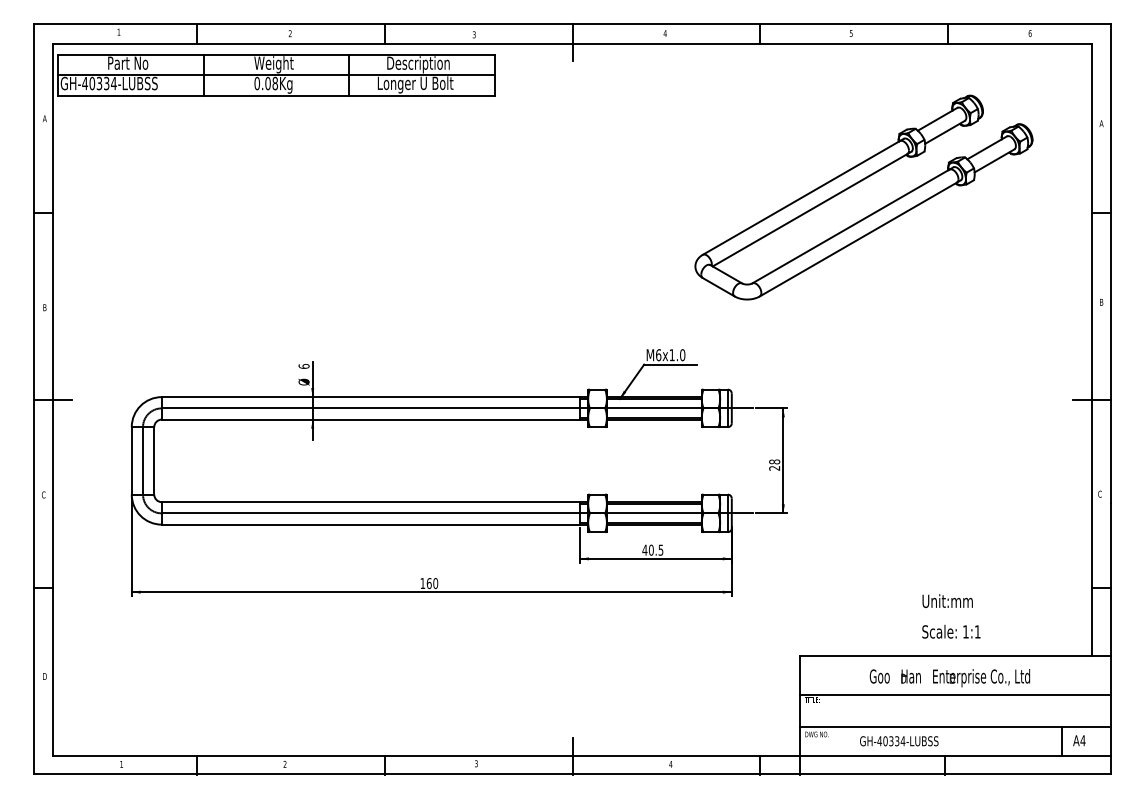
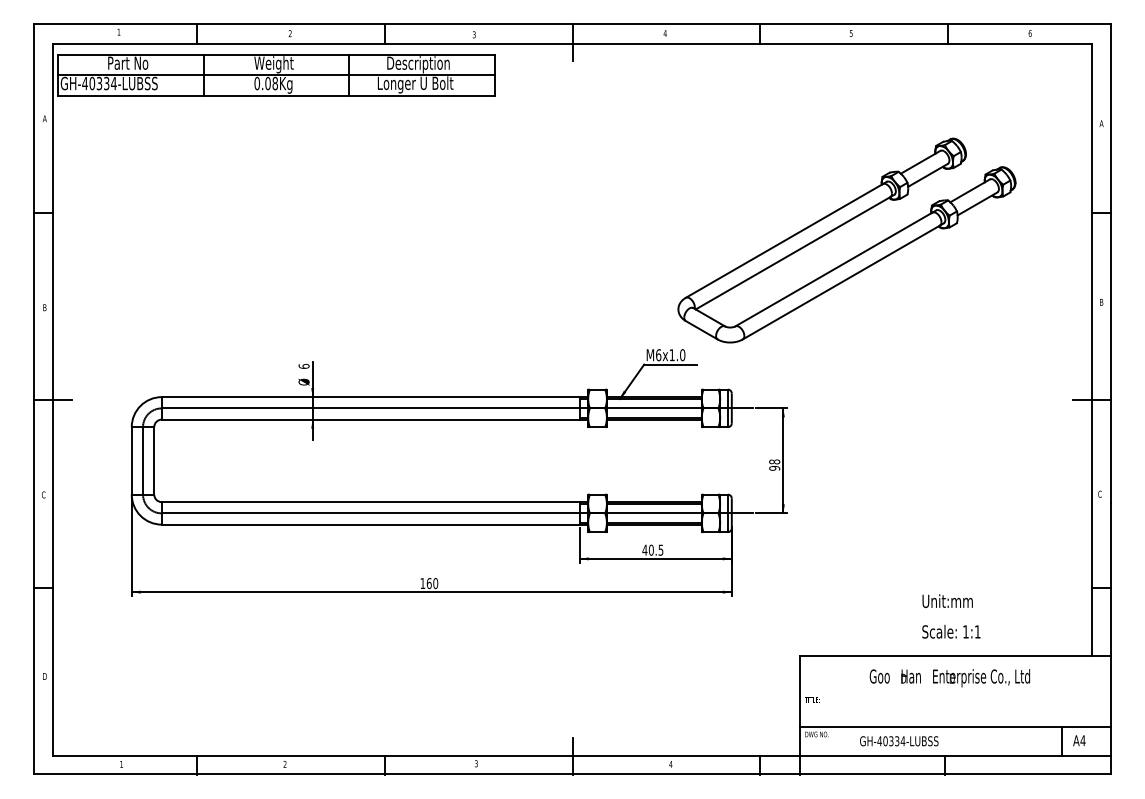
part at (855, 185) position: (855, 185) -> (838, 228)
text at (774, 467): 28 -> 98
line at (955, 695): present -> none
